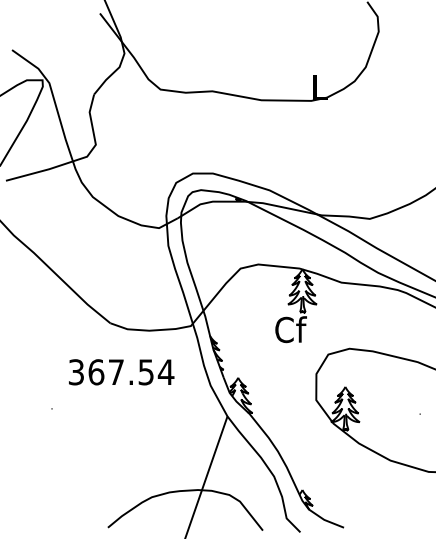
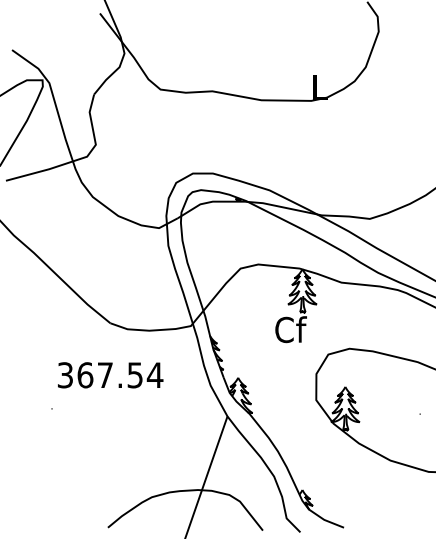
text at (121, 372) position: (121, 372) -> (110, 375)
